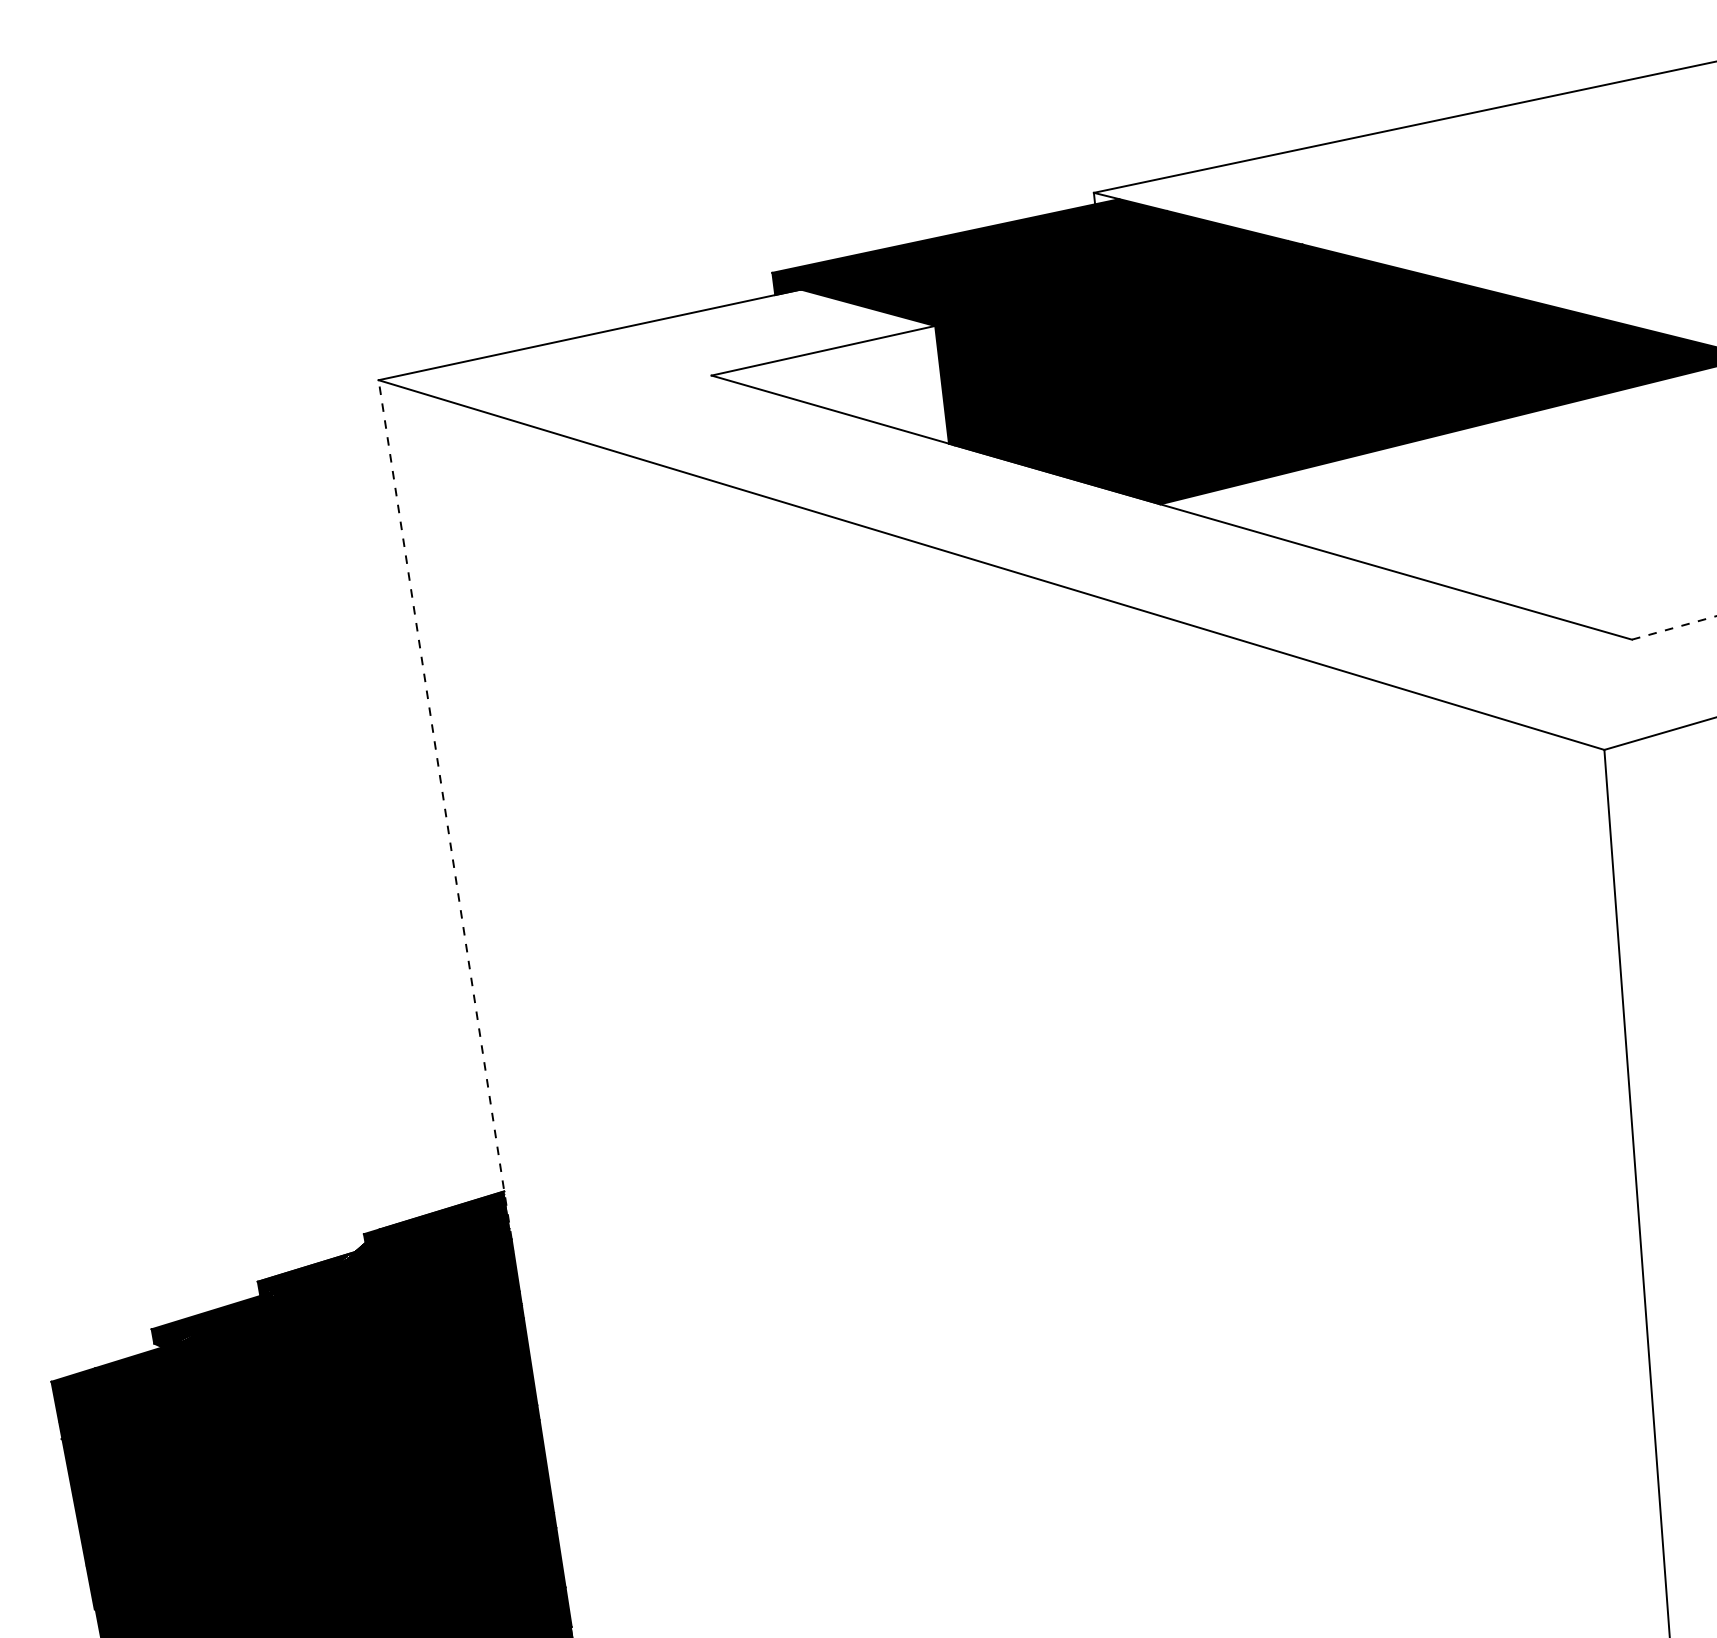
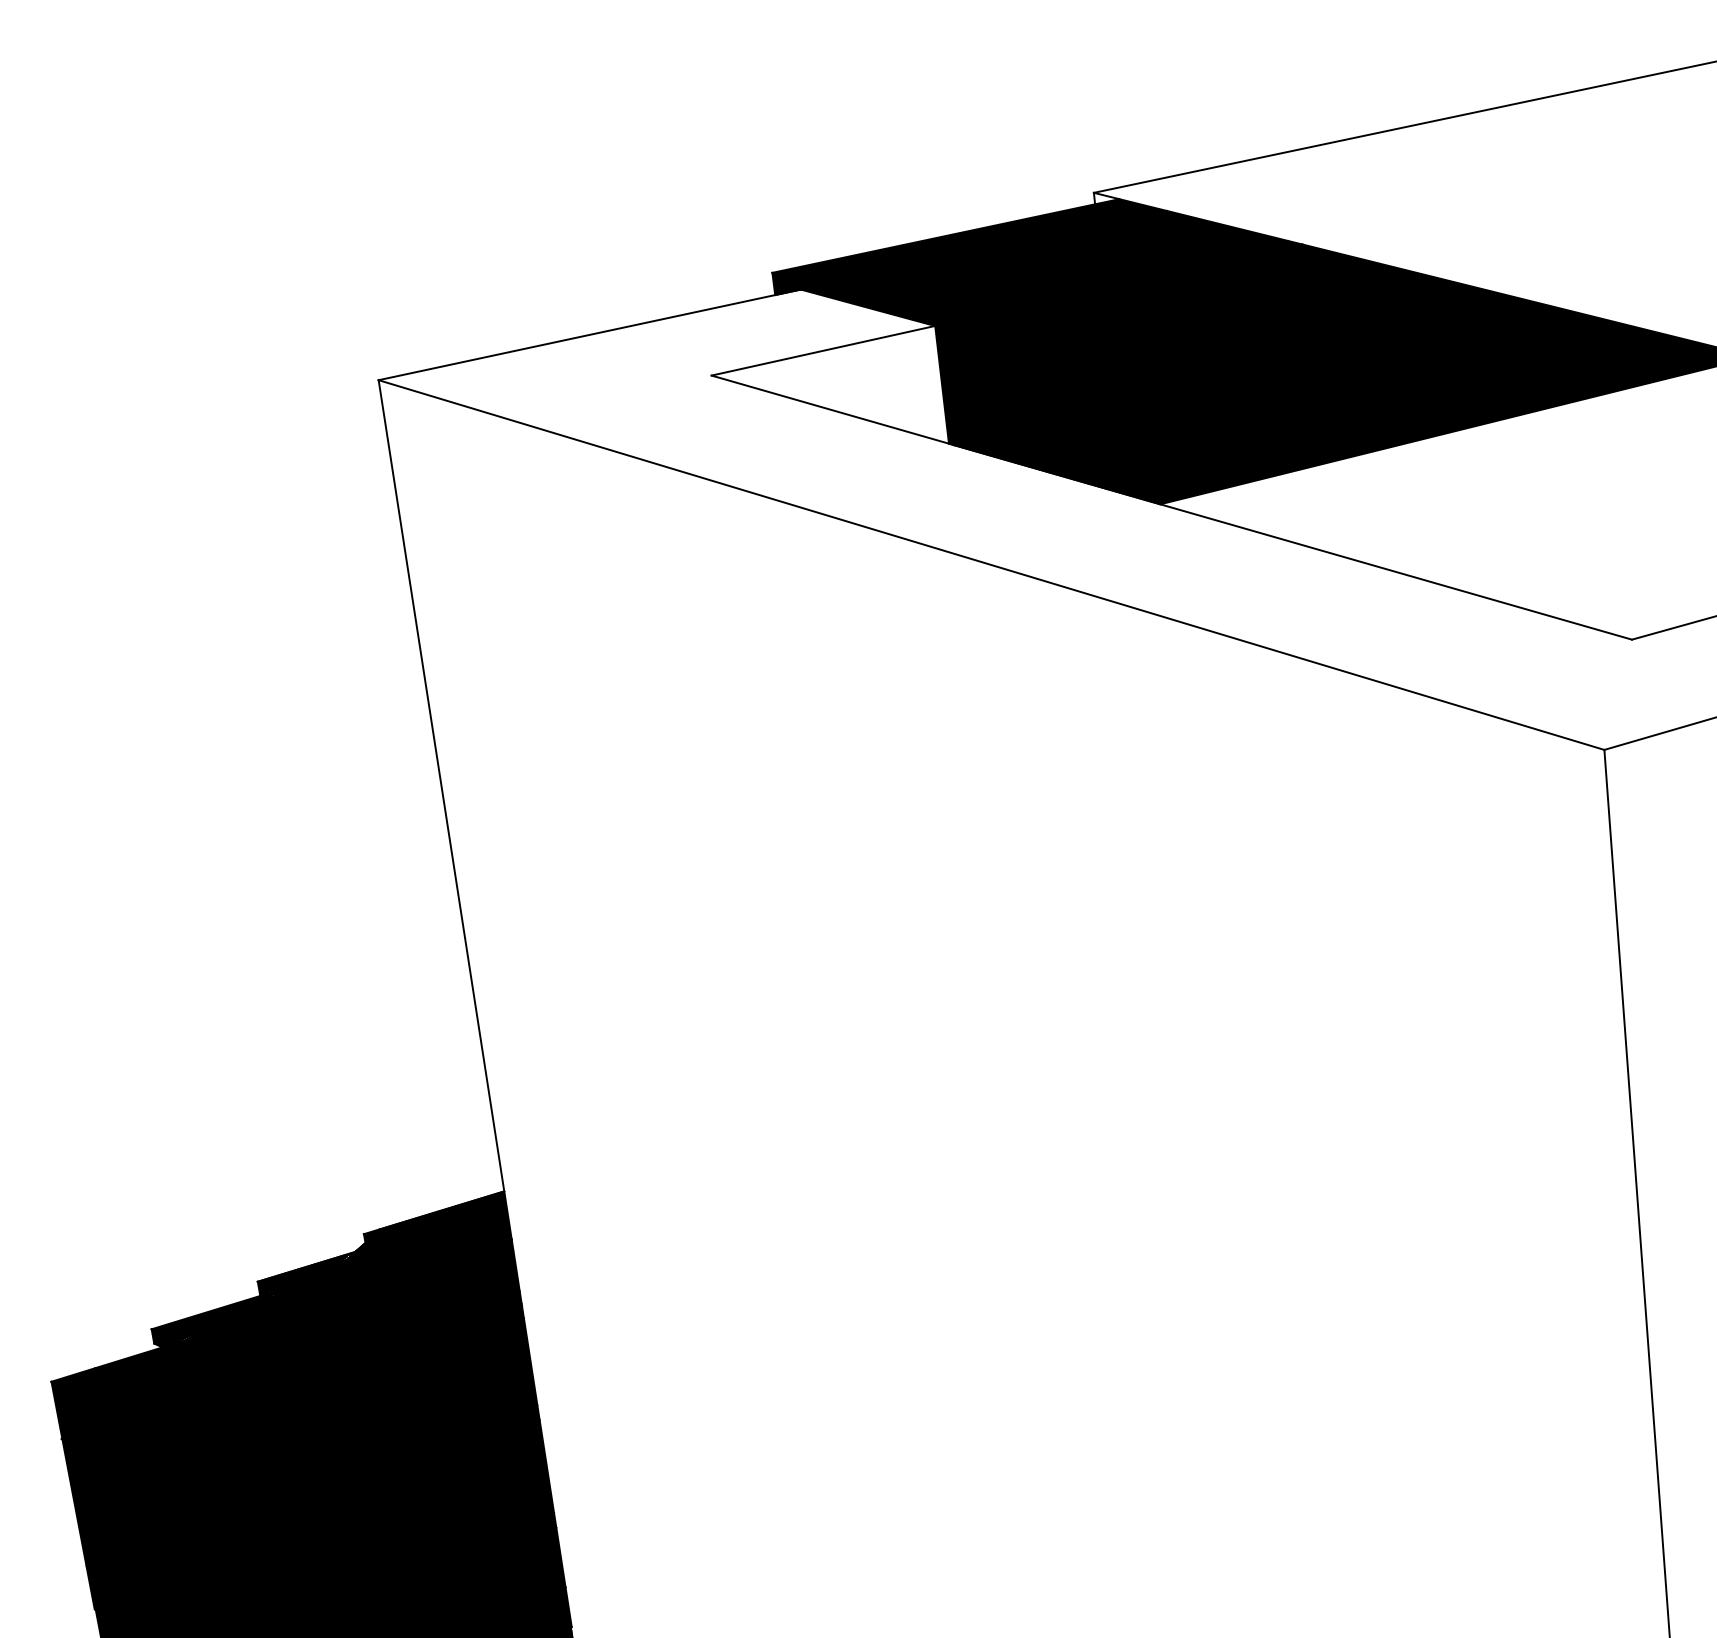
line at (1674, 627): dashed -> solid
line at (445, 809): dashed -> solid
